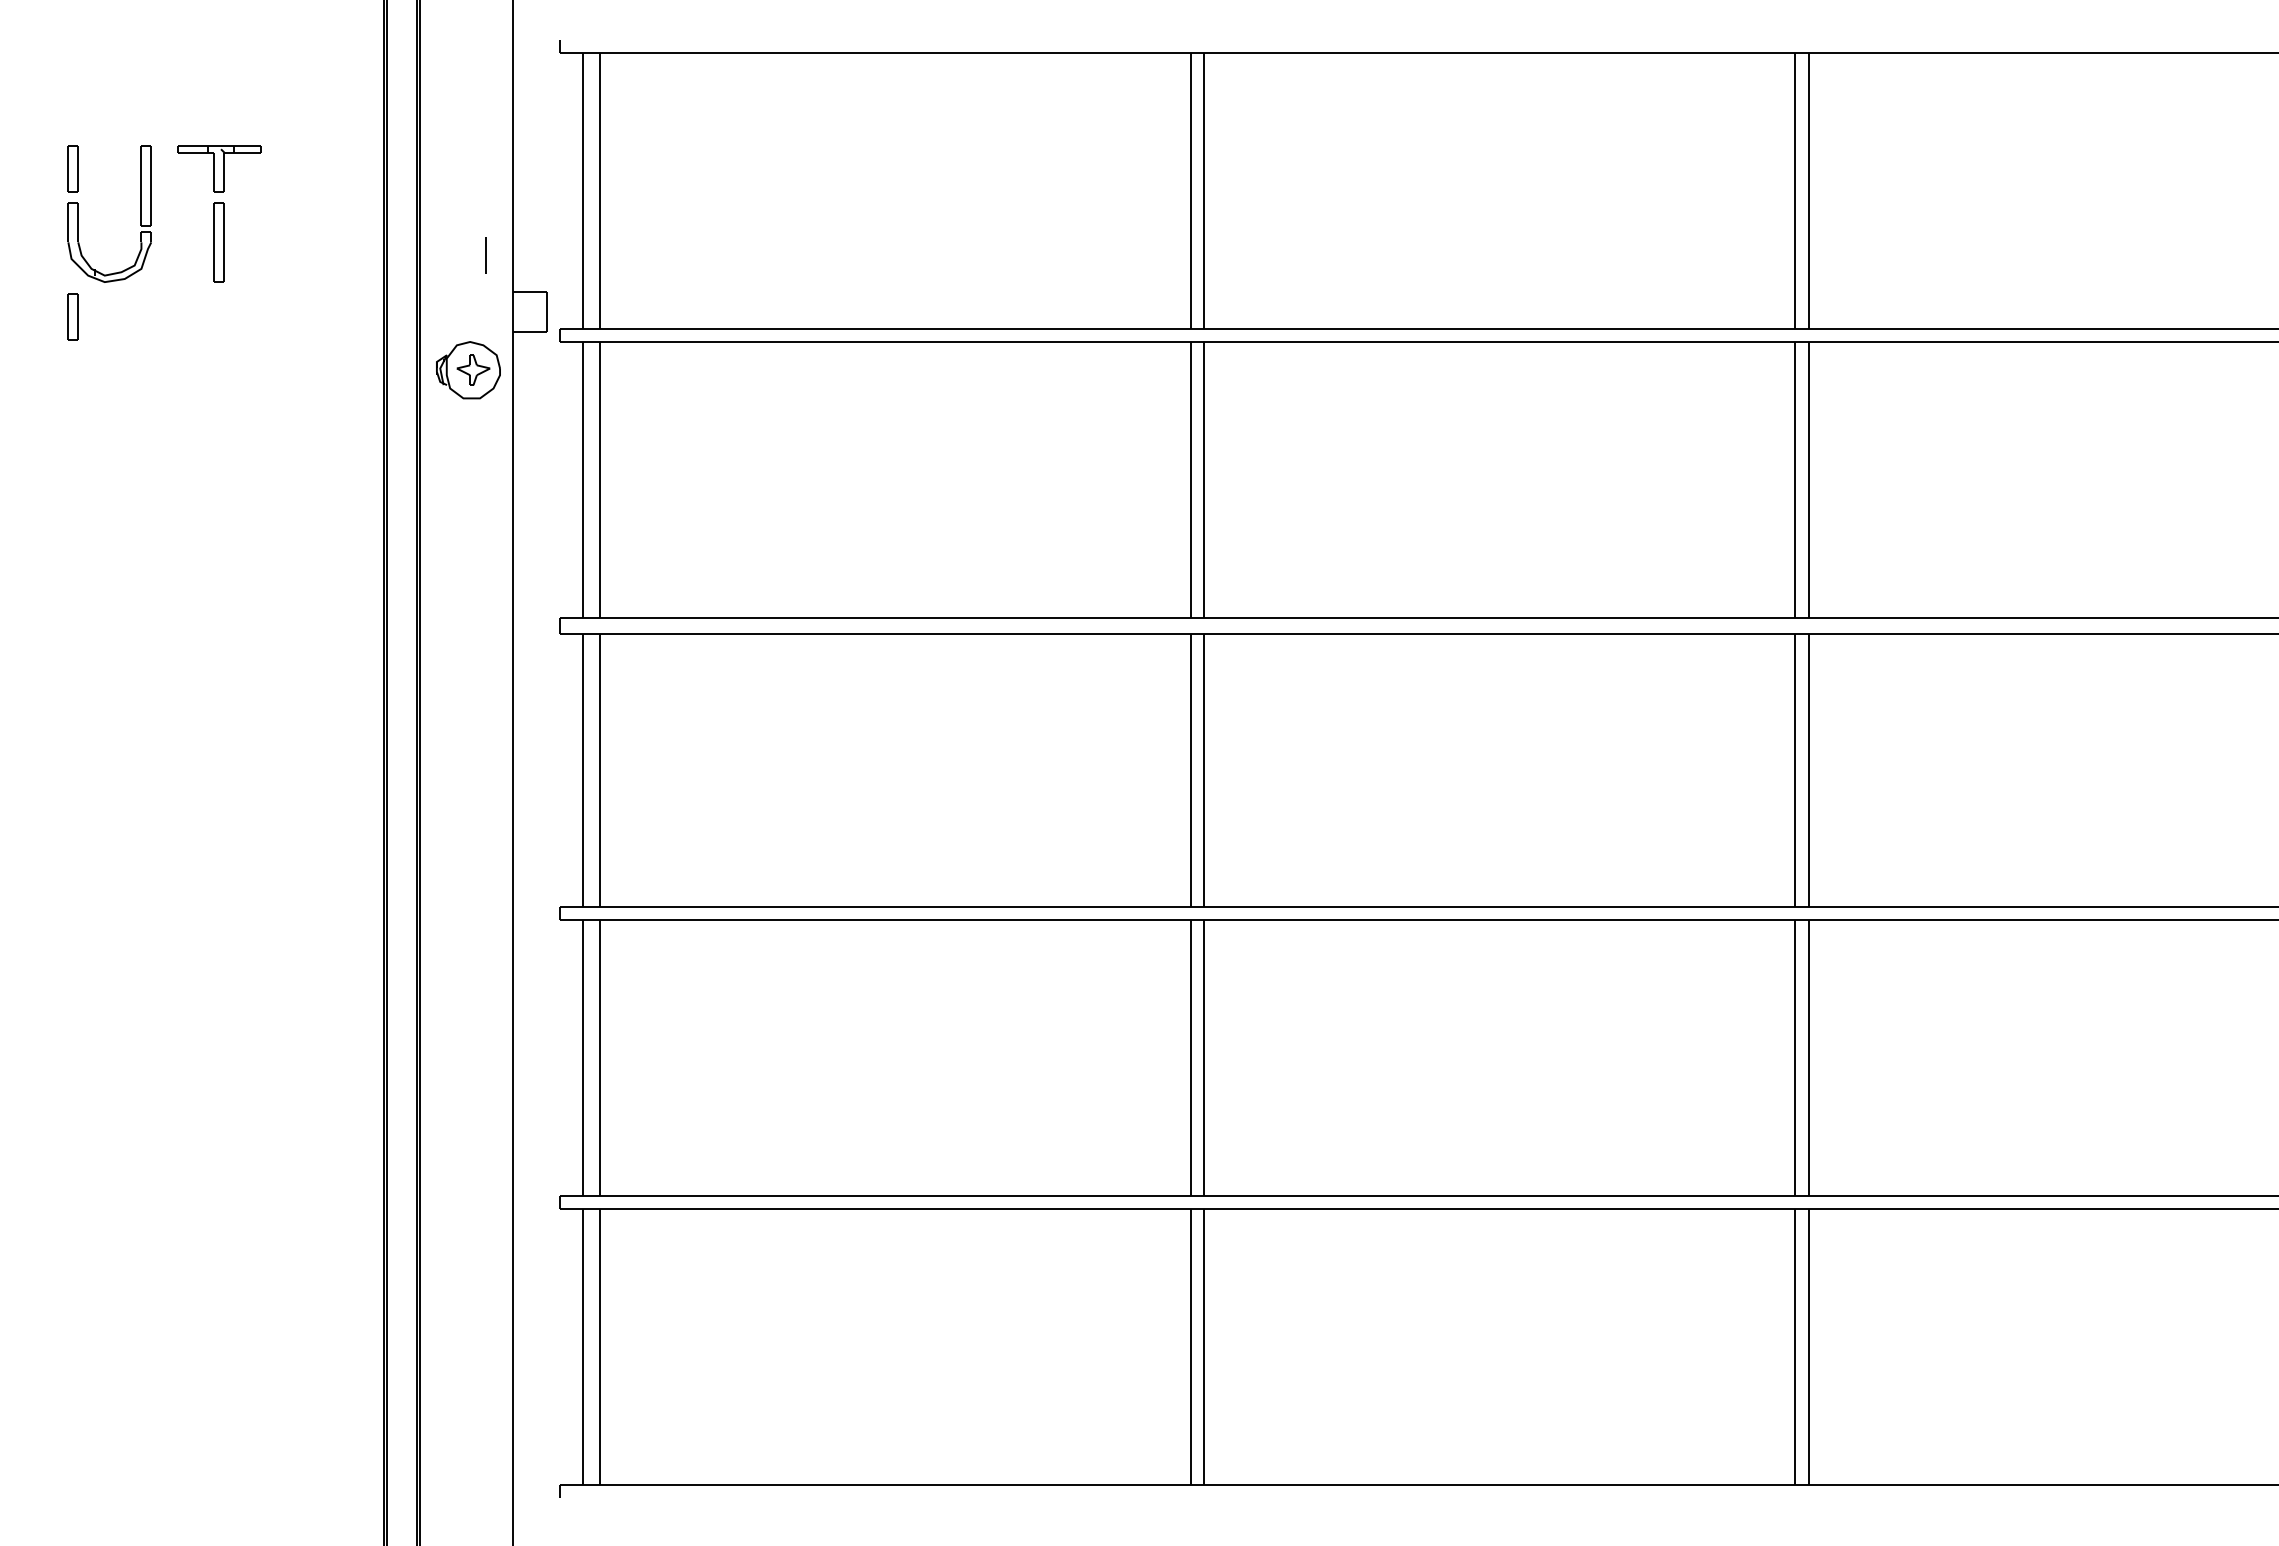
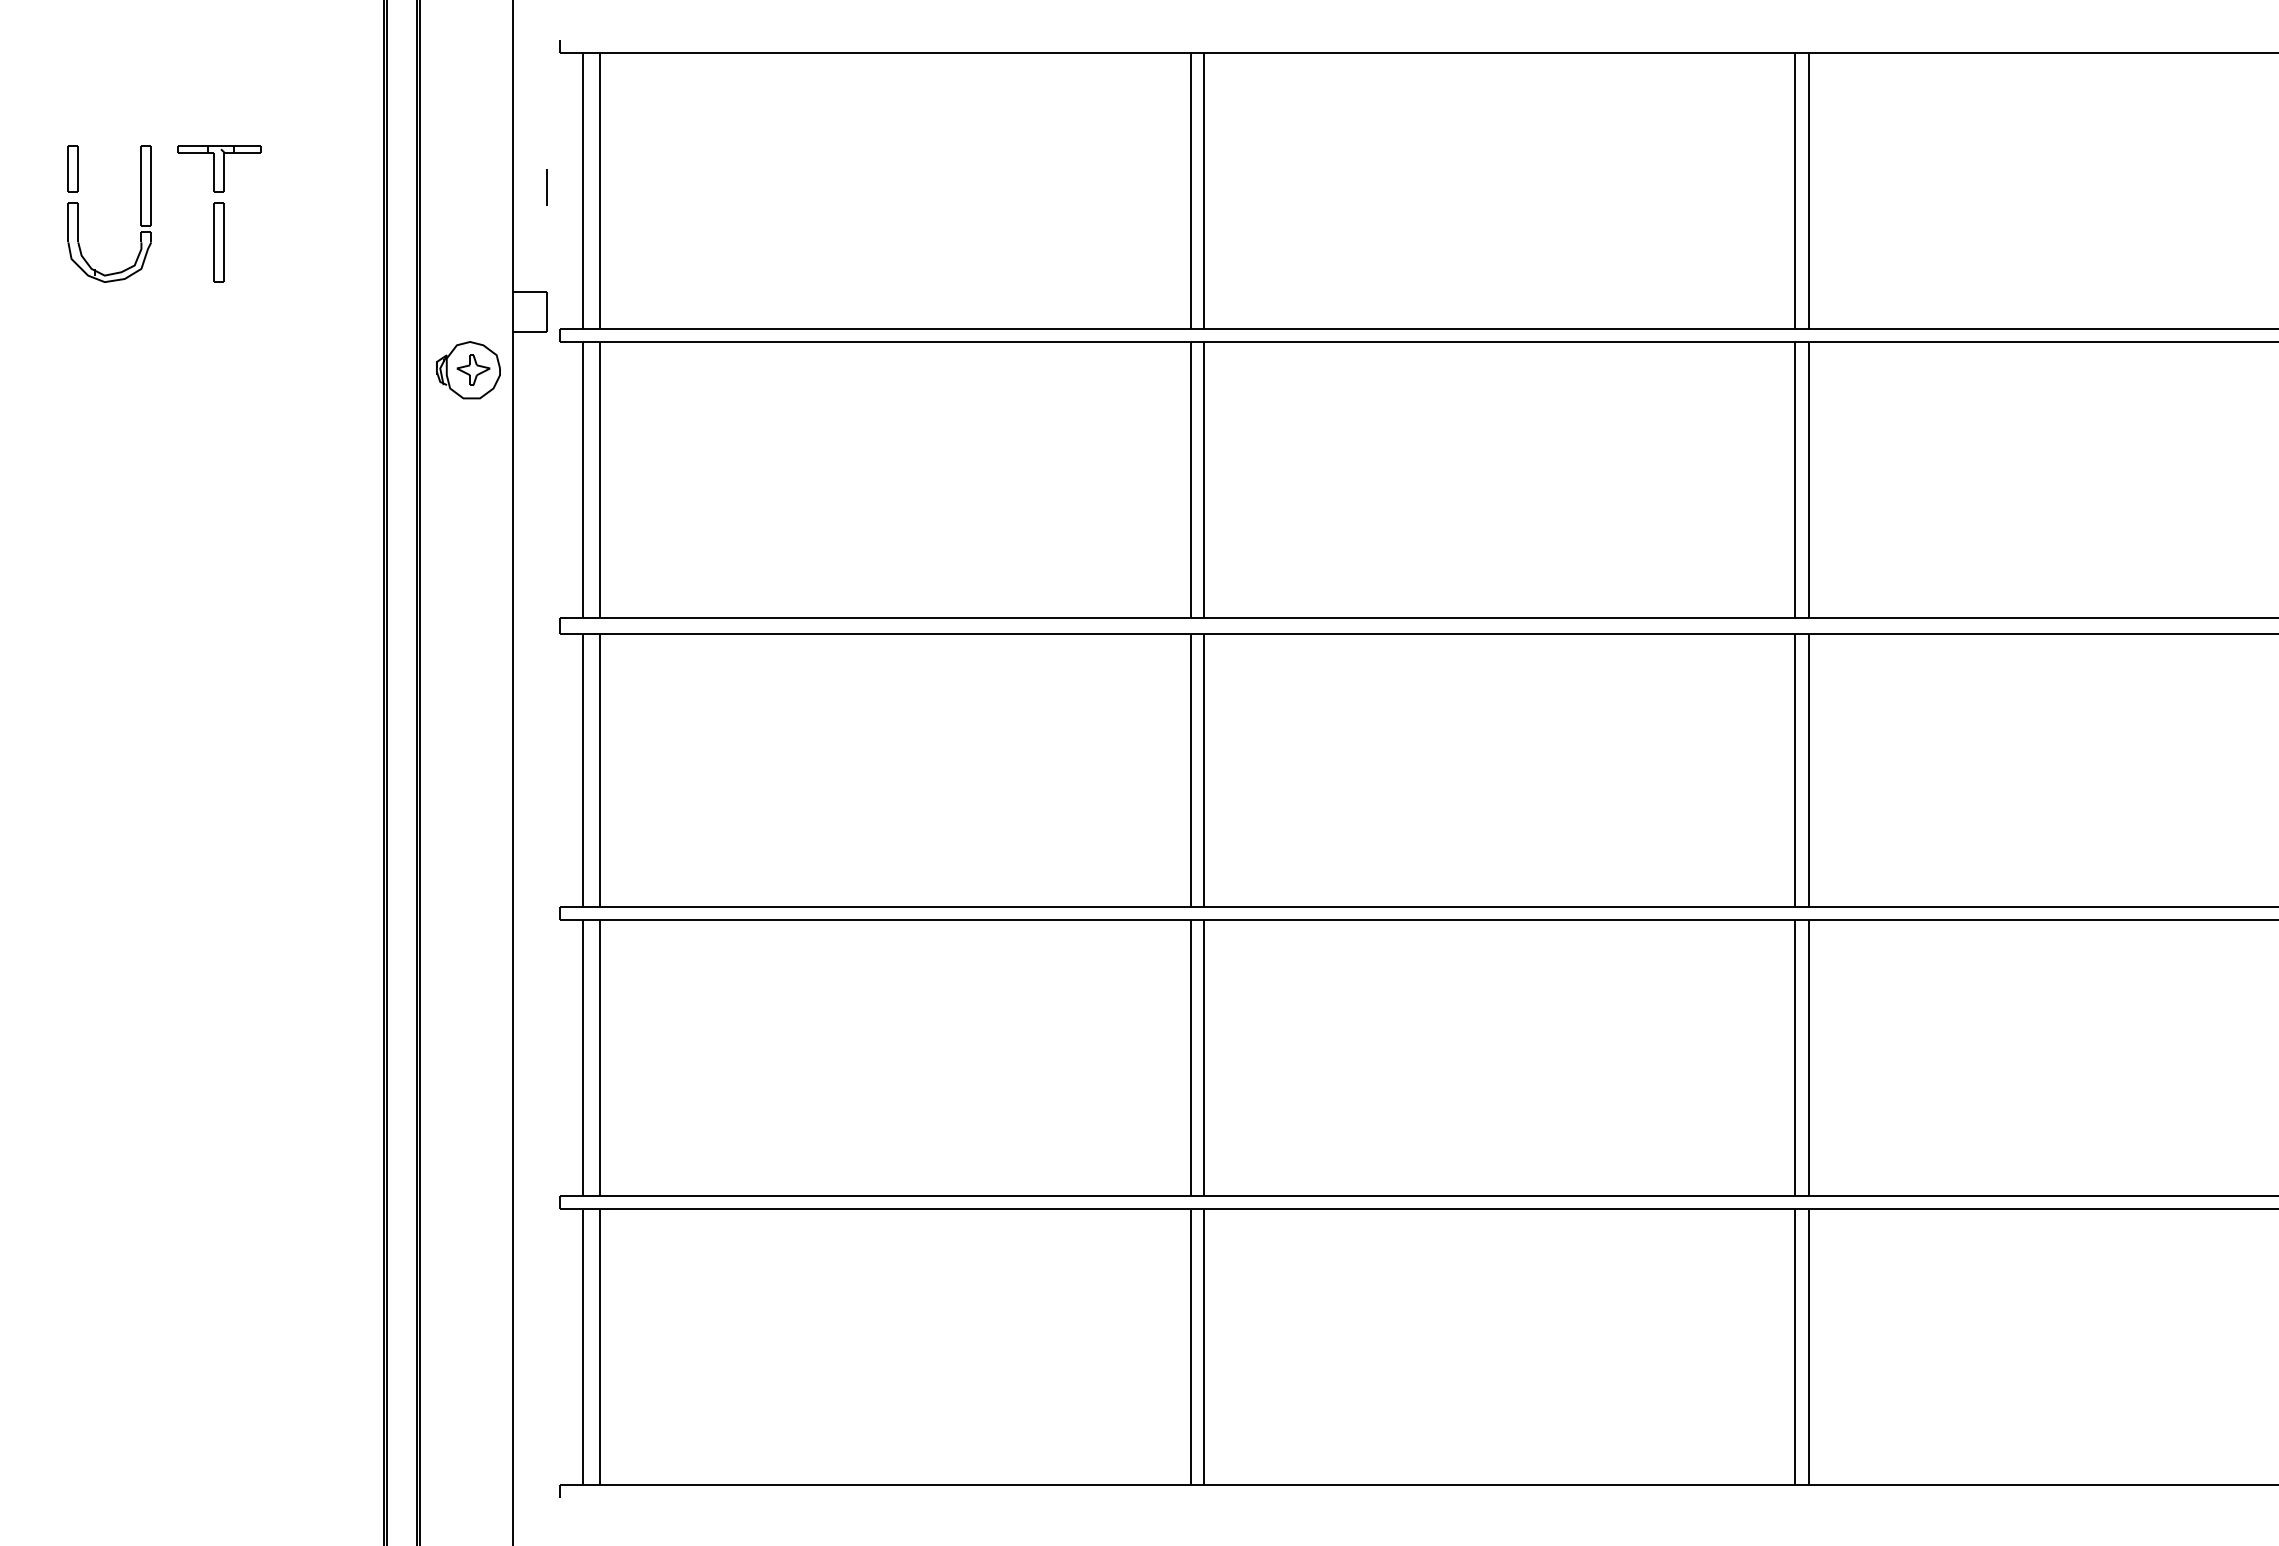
line at (485, 255) position: (485, 255) -> (546, 187)
part at (72, 316): present -> none
